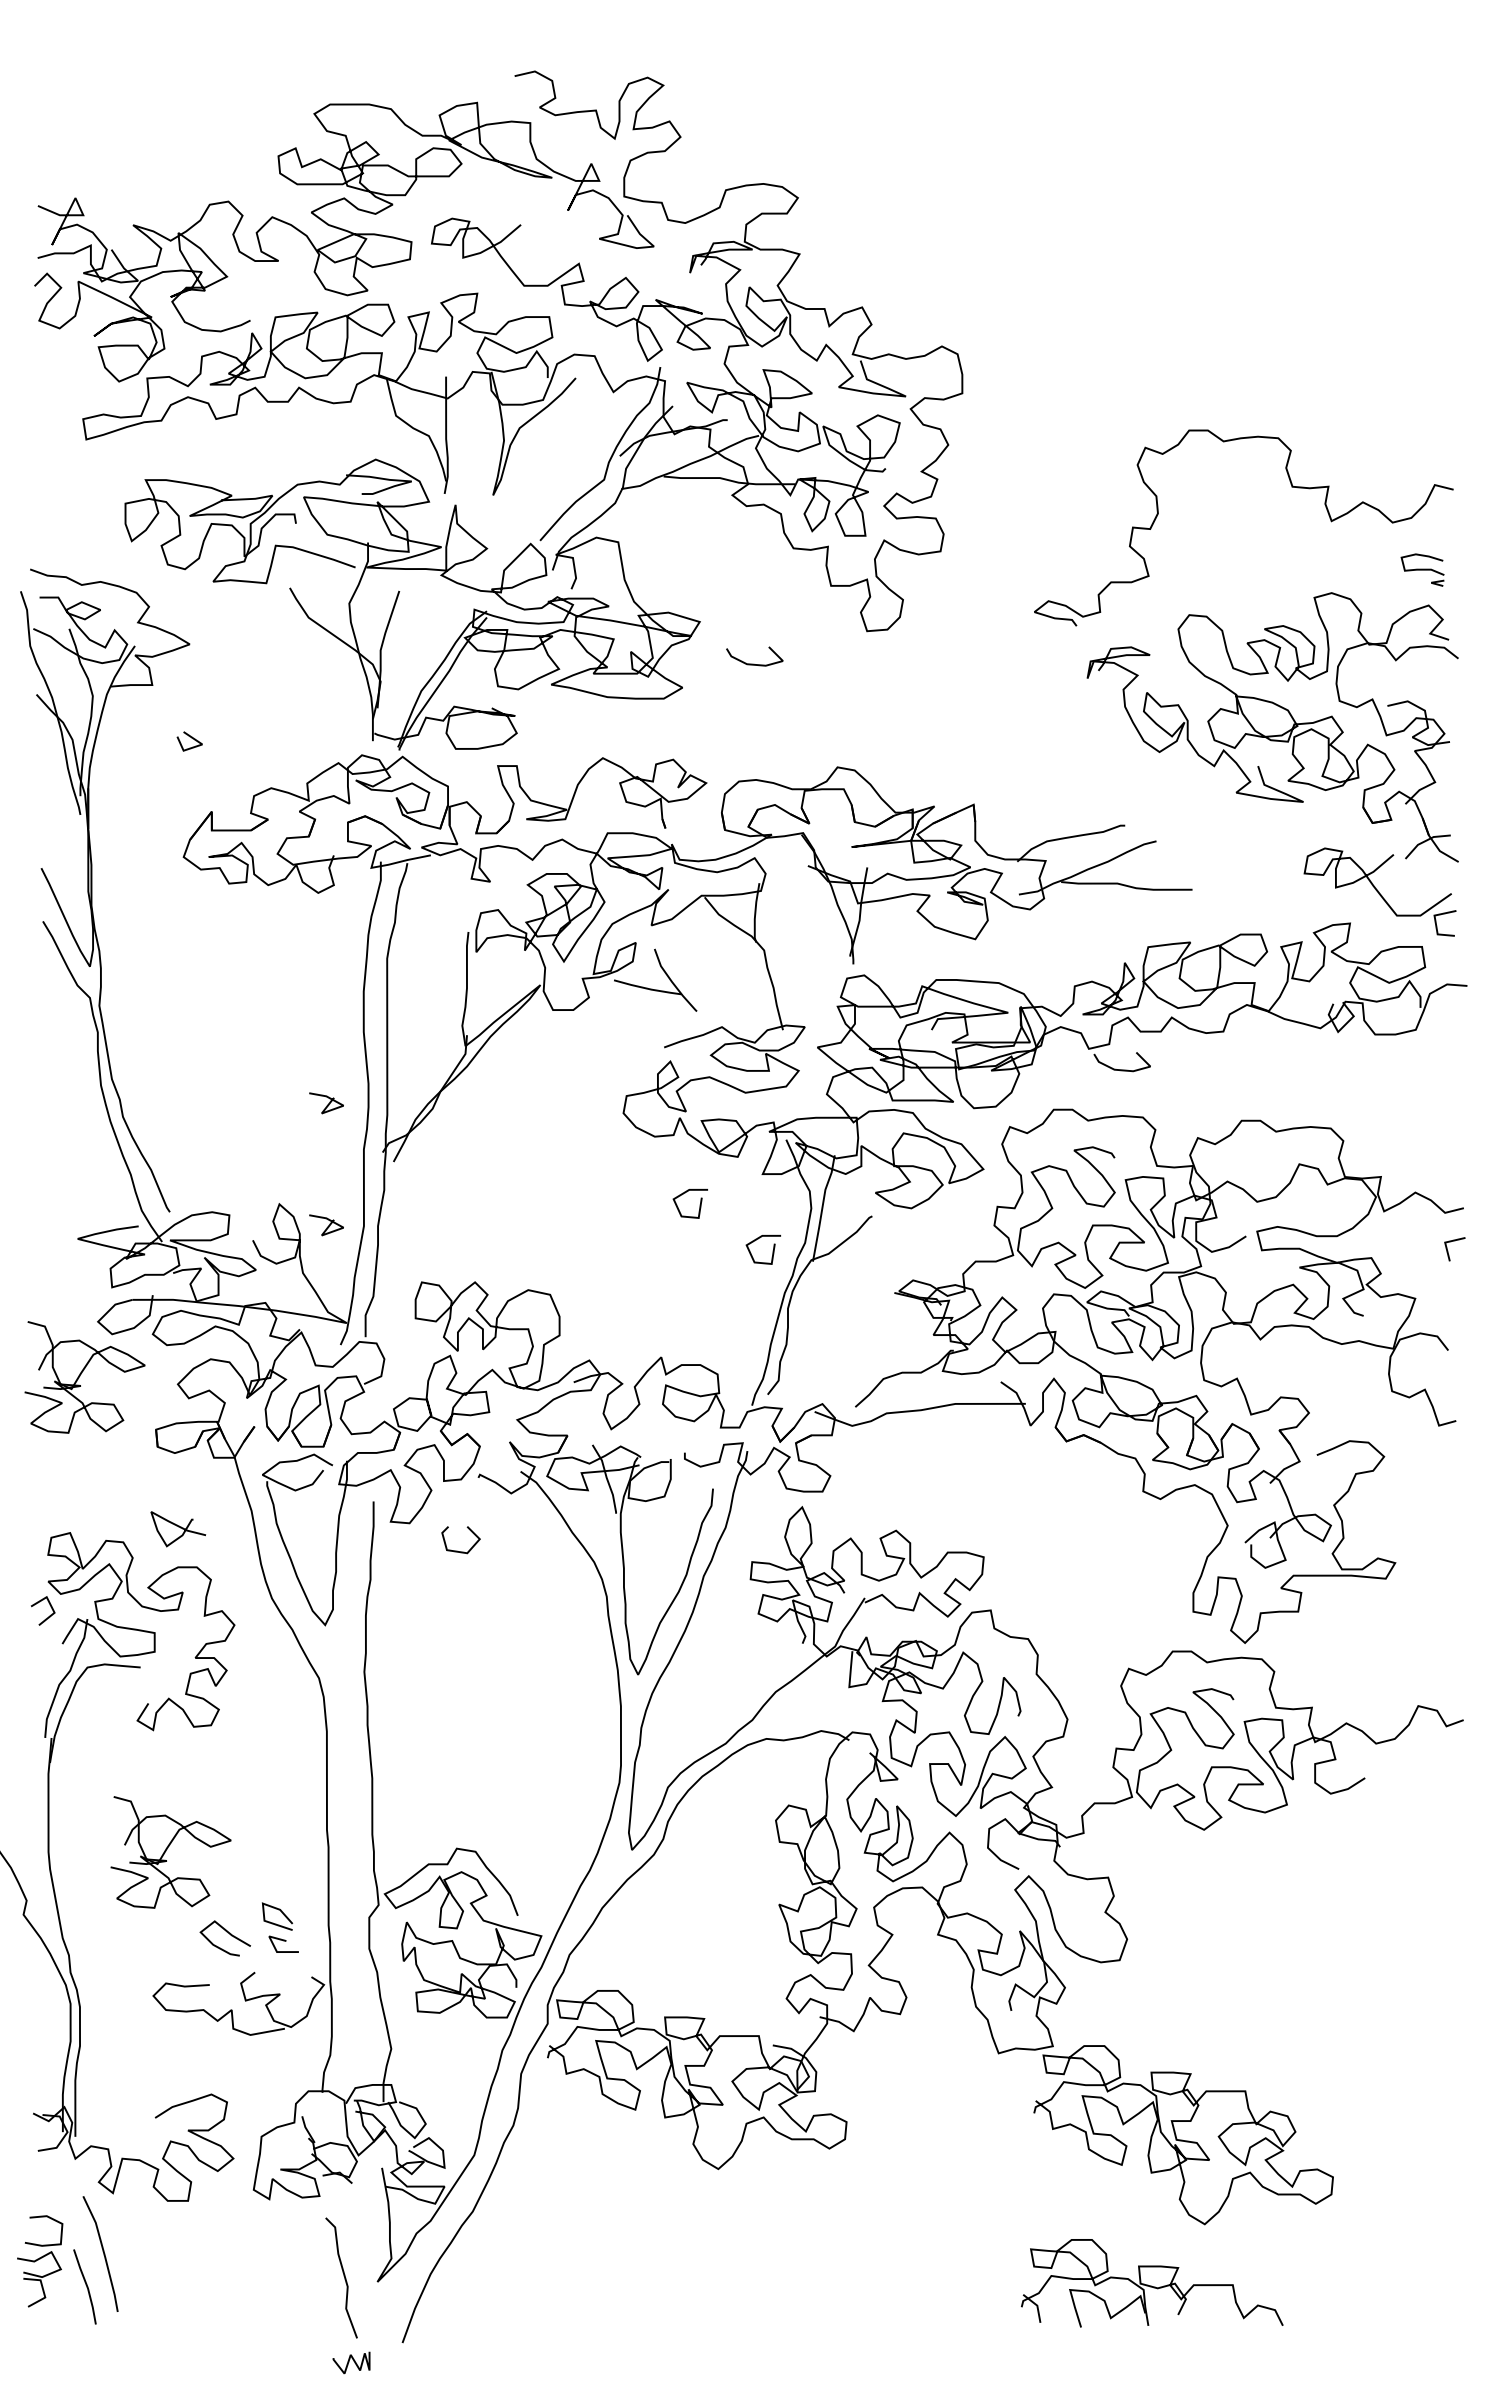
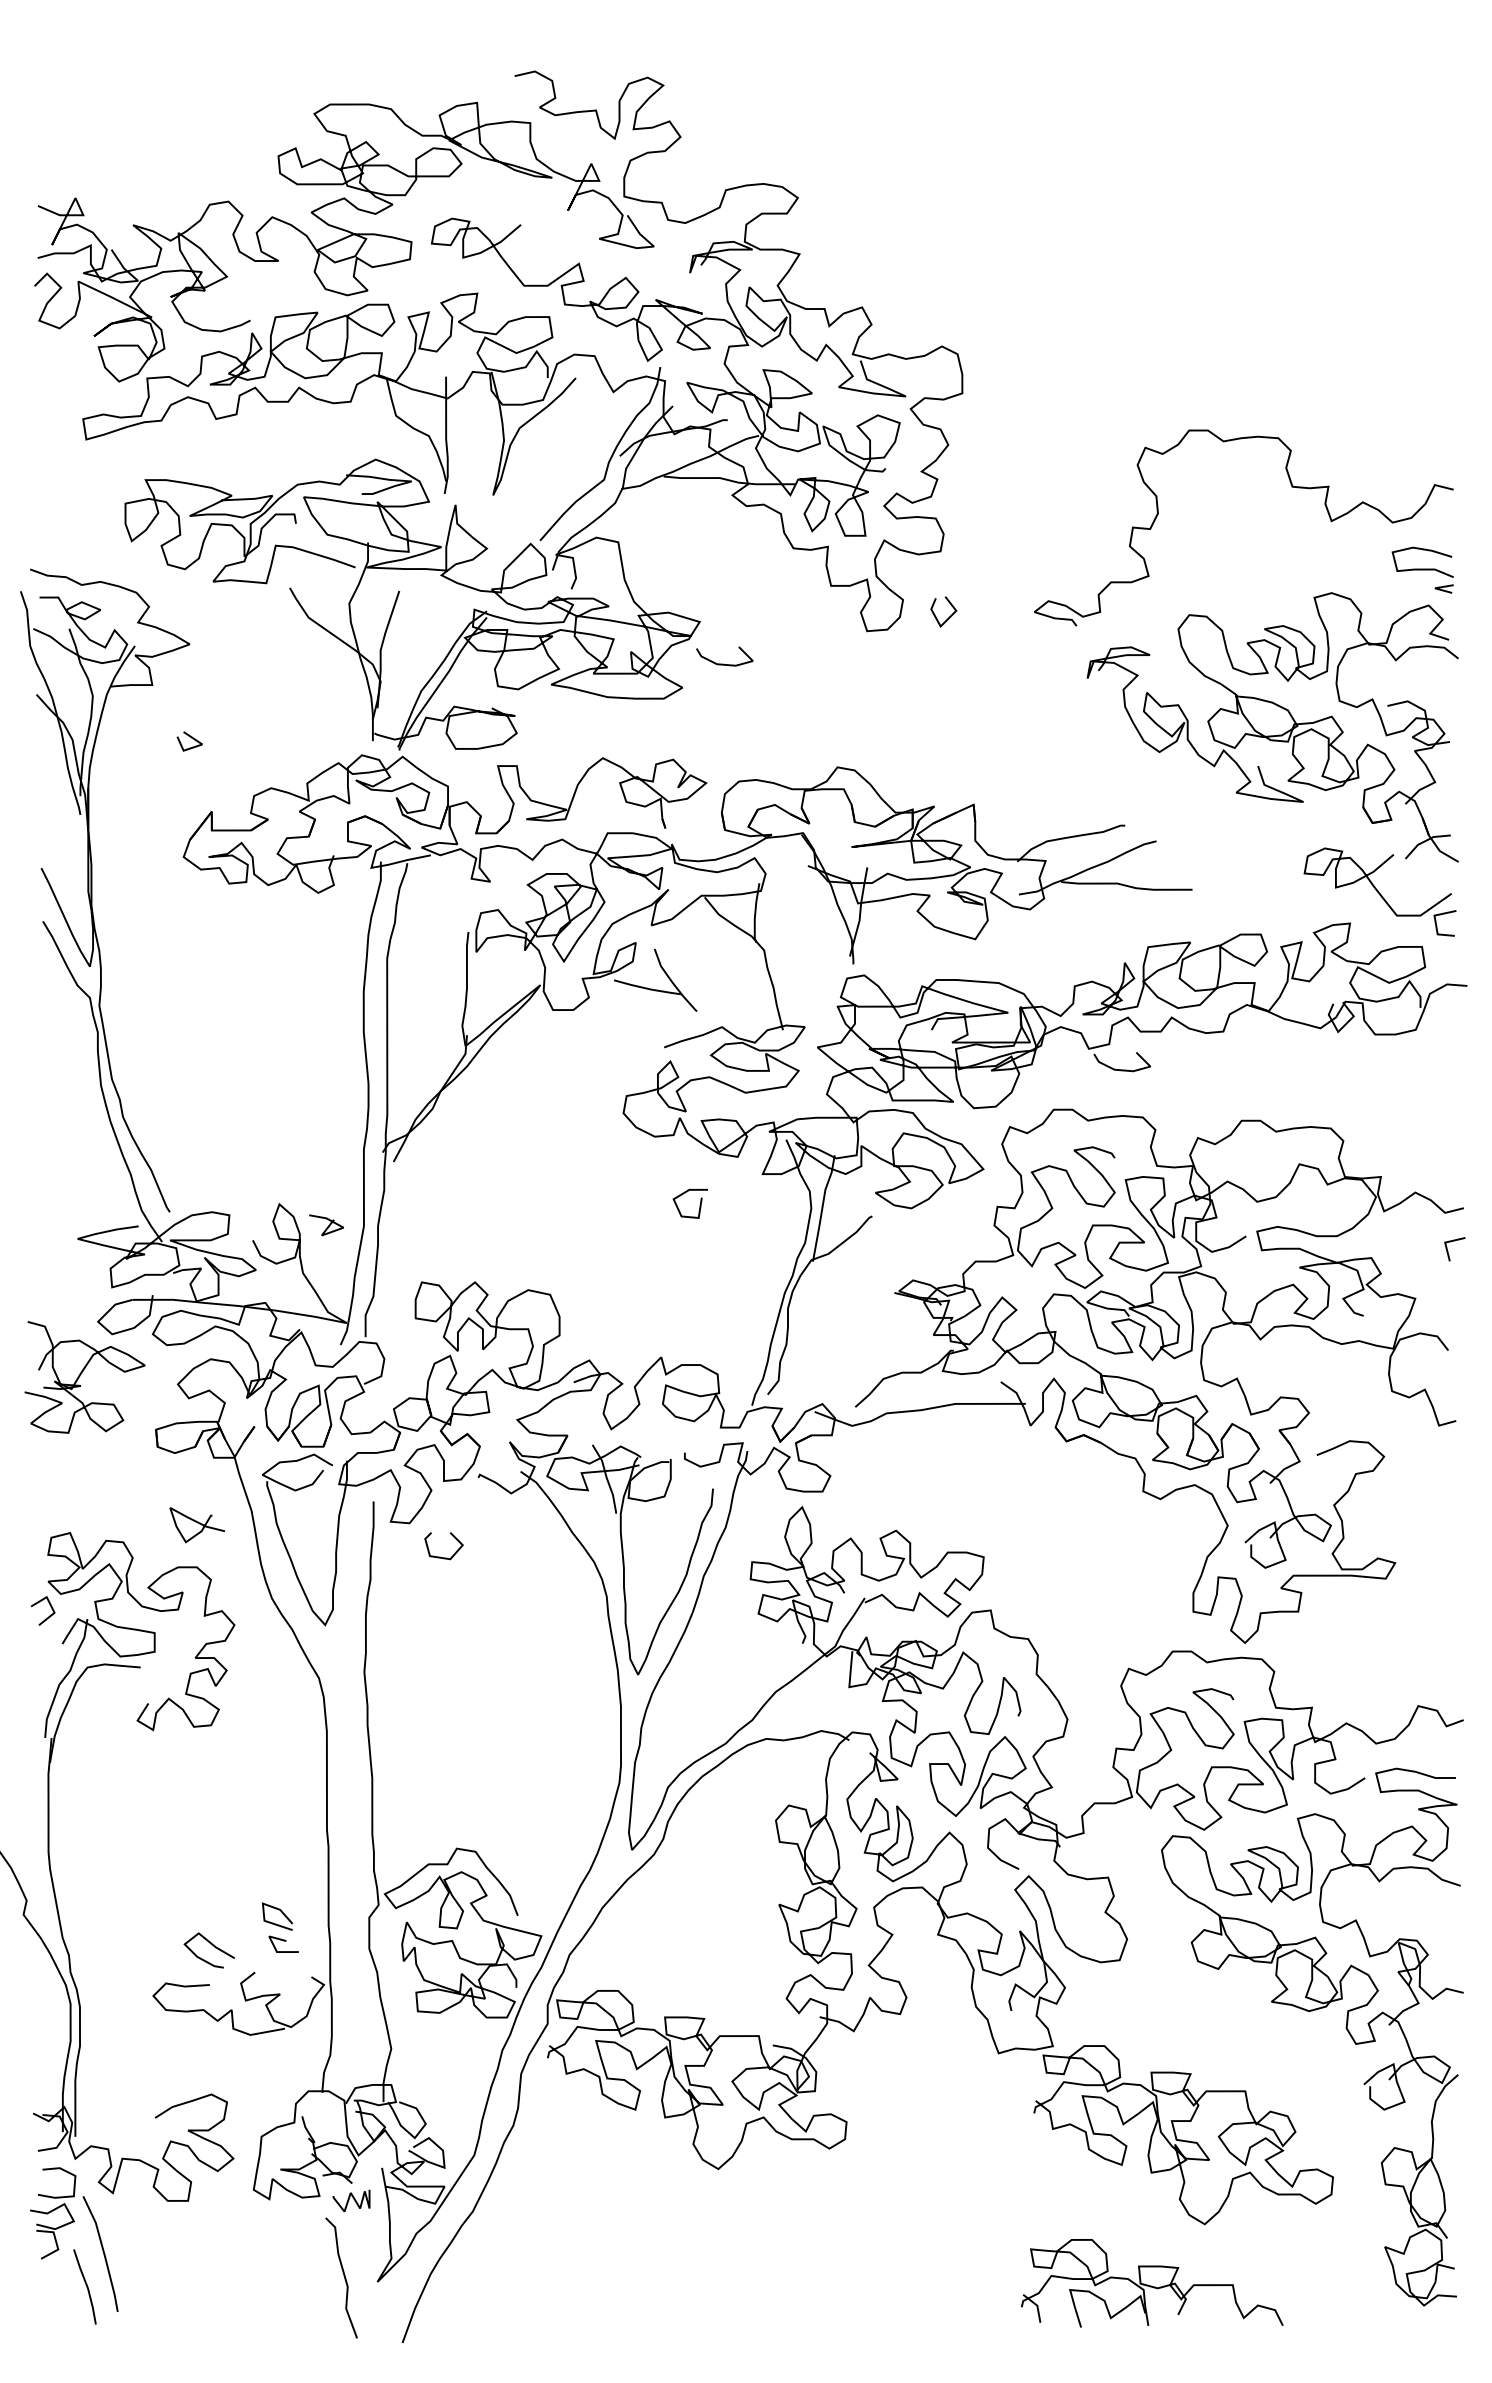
part at (1422, 569) size: 45x34 px -> 63x48 px
line at (949, 616): none -> present
curve at (754, 663) position: (754, 663) -> (724, 663)
curve at (327, 1104): present -> none
curve at (772, 1250): present -> none
curve at (178, 1527) position: (178, 1527) -> (197, 1523)
curve at (457, 1550) position: (457, 1550) -> (440, 1556)
part at (170, 1852): present -> none
curve at (226, 1932) position: (226, 1932) -> (210, 1944)
part at (1312, 2011): none -> present
part at (40, 2261) position: (40, 2261) -> (53, 2213)
curve at (349, 2362) position: (349, 2362) -> (349, 2200)
